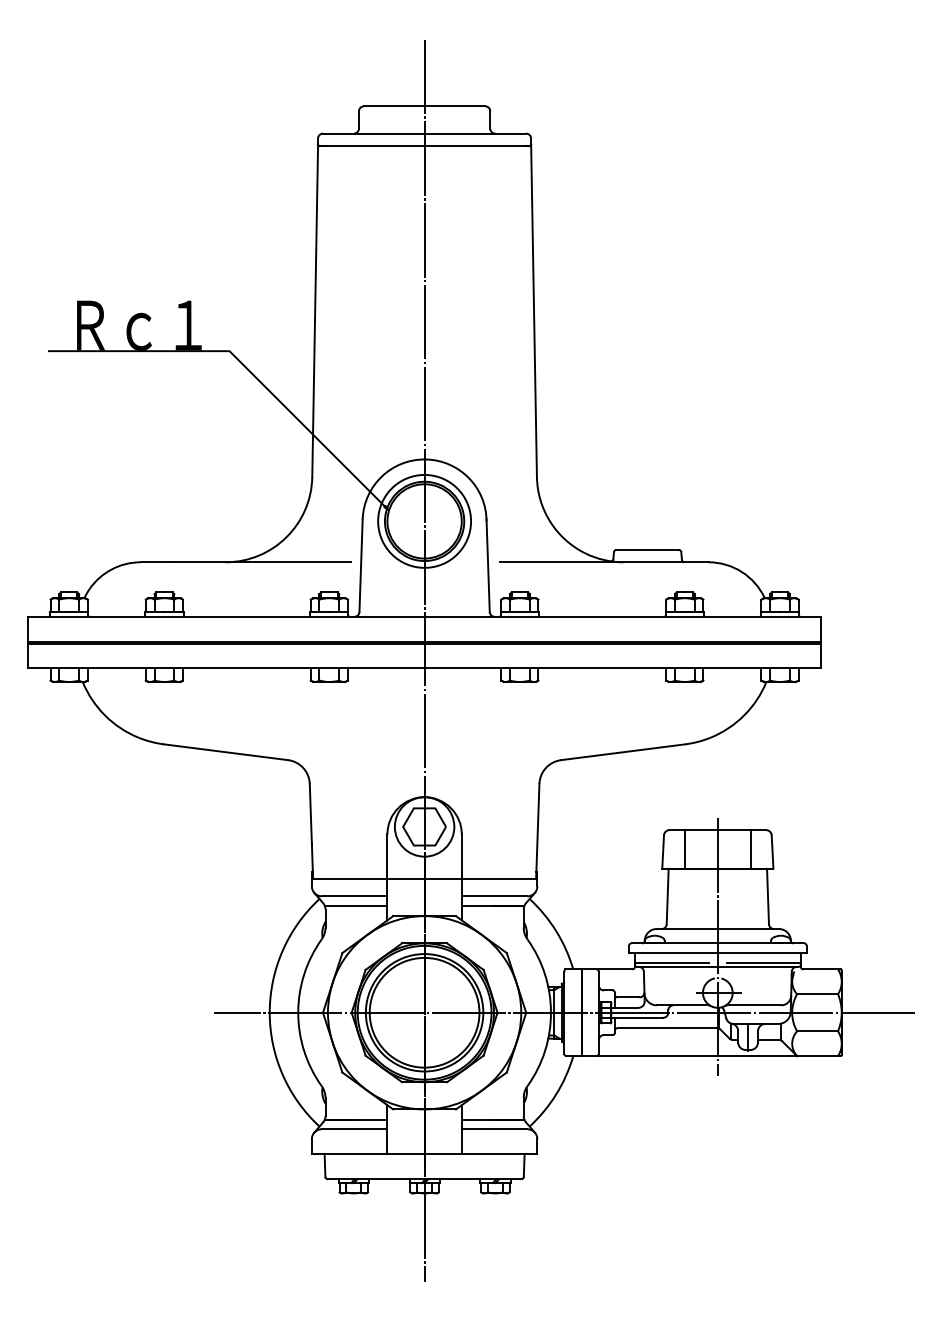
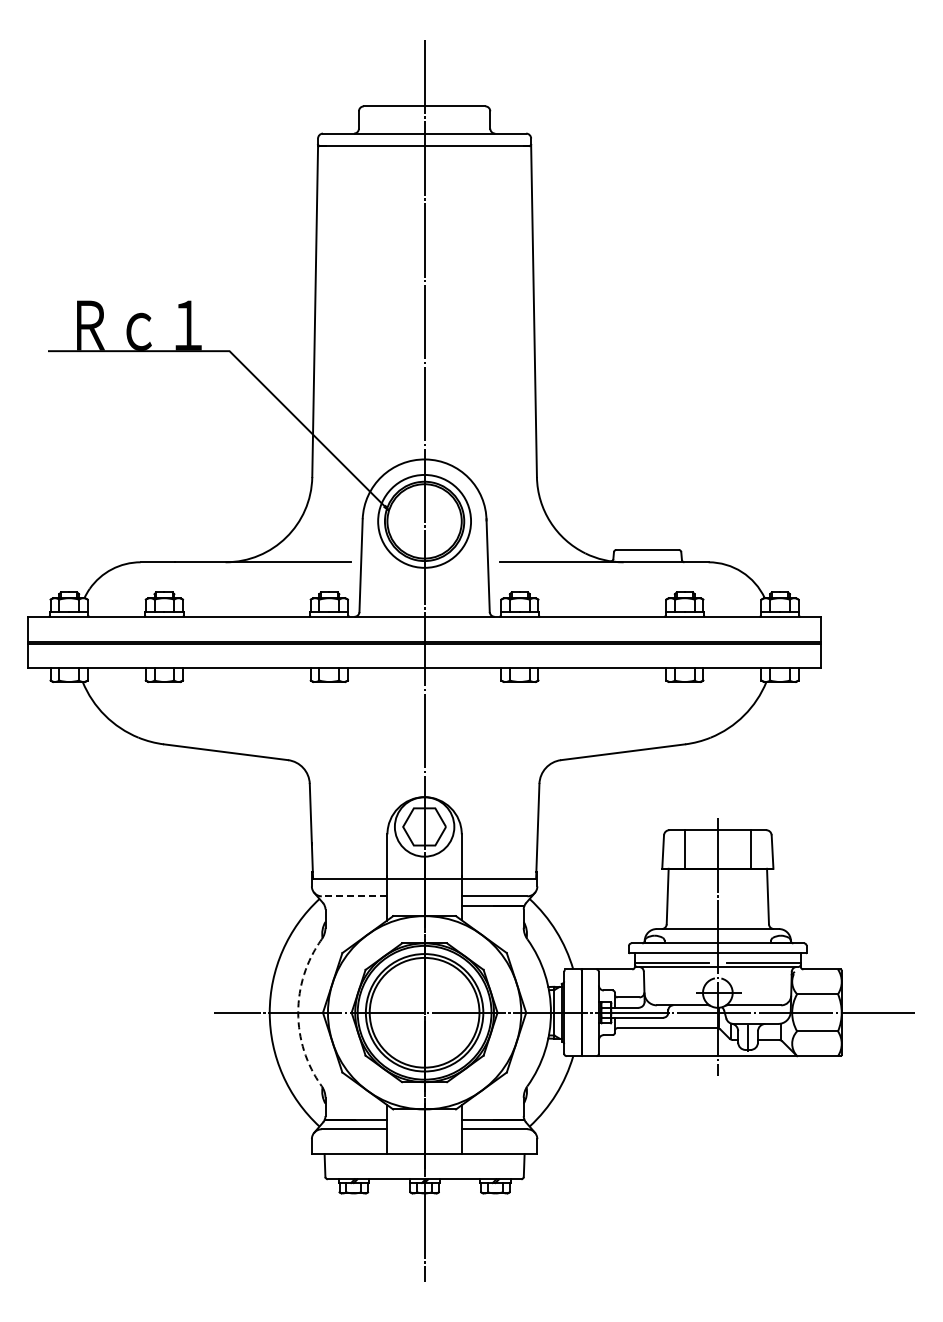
line at (354, 896): solid -> dashed
line at (356, 905): present -> none
arc at (298, 1012): solid -> dashed
